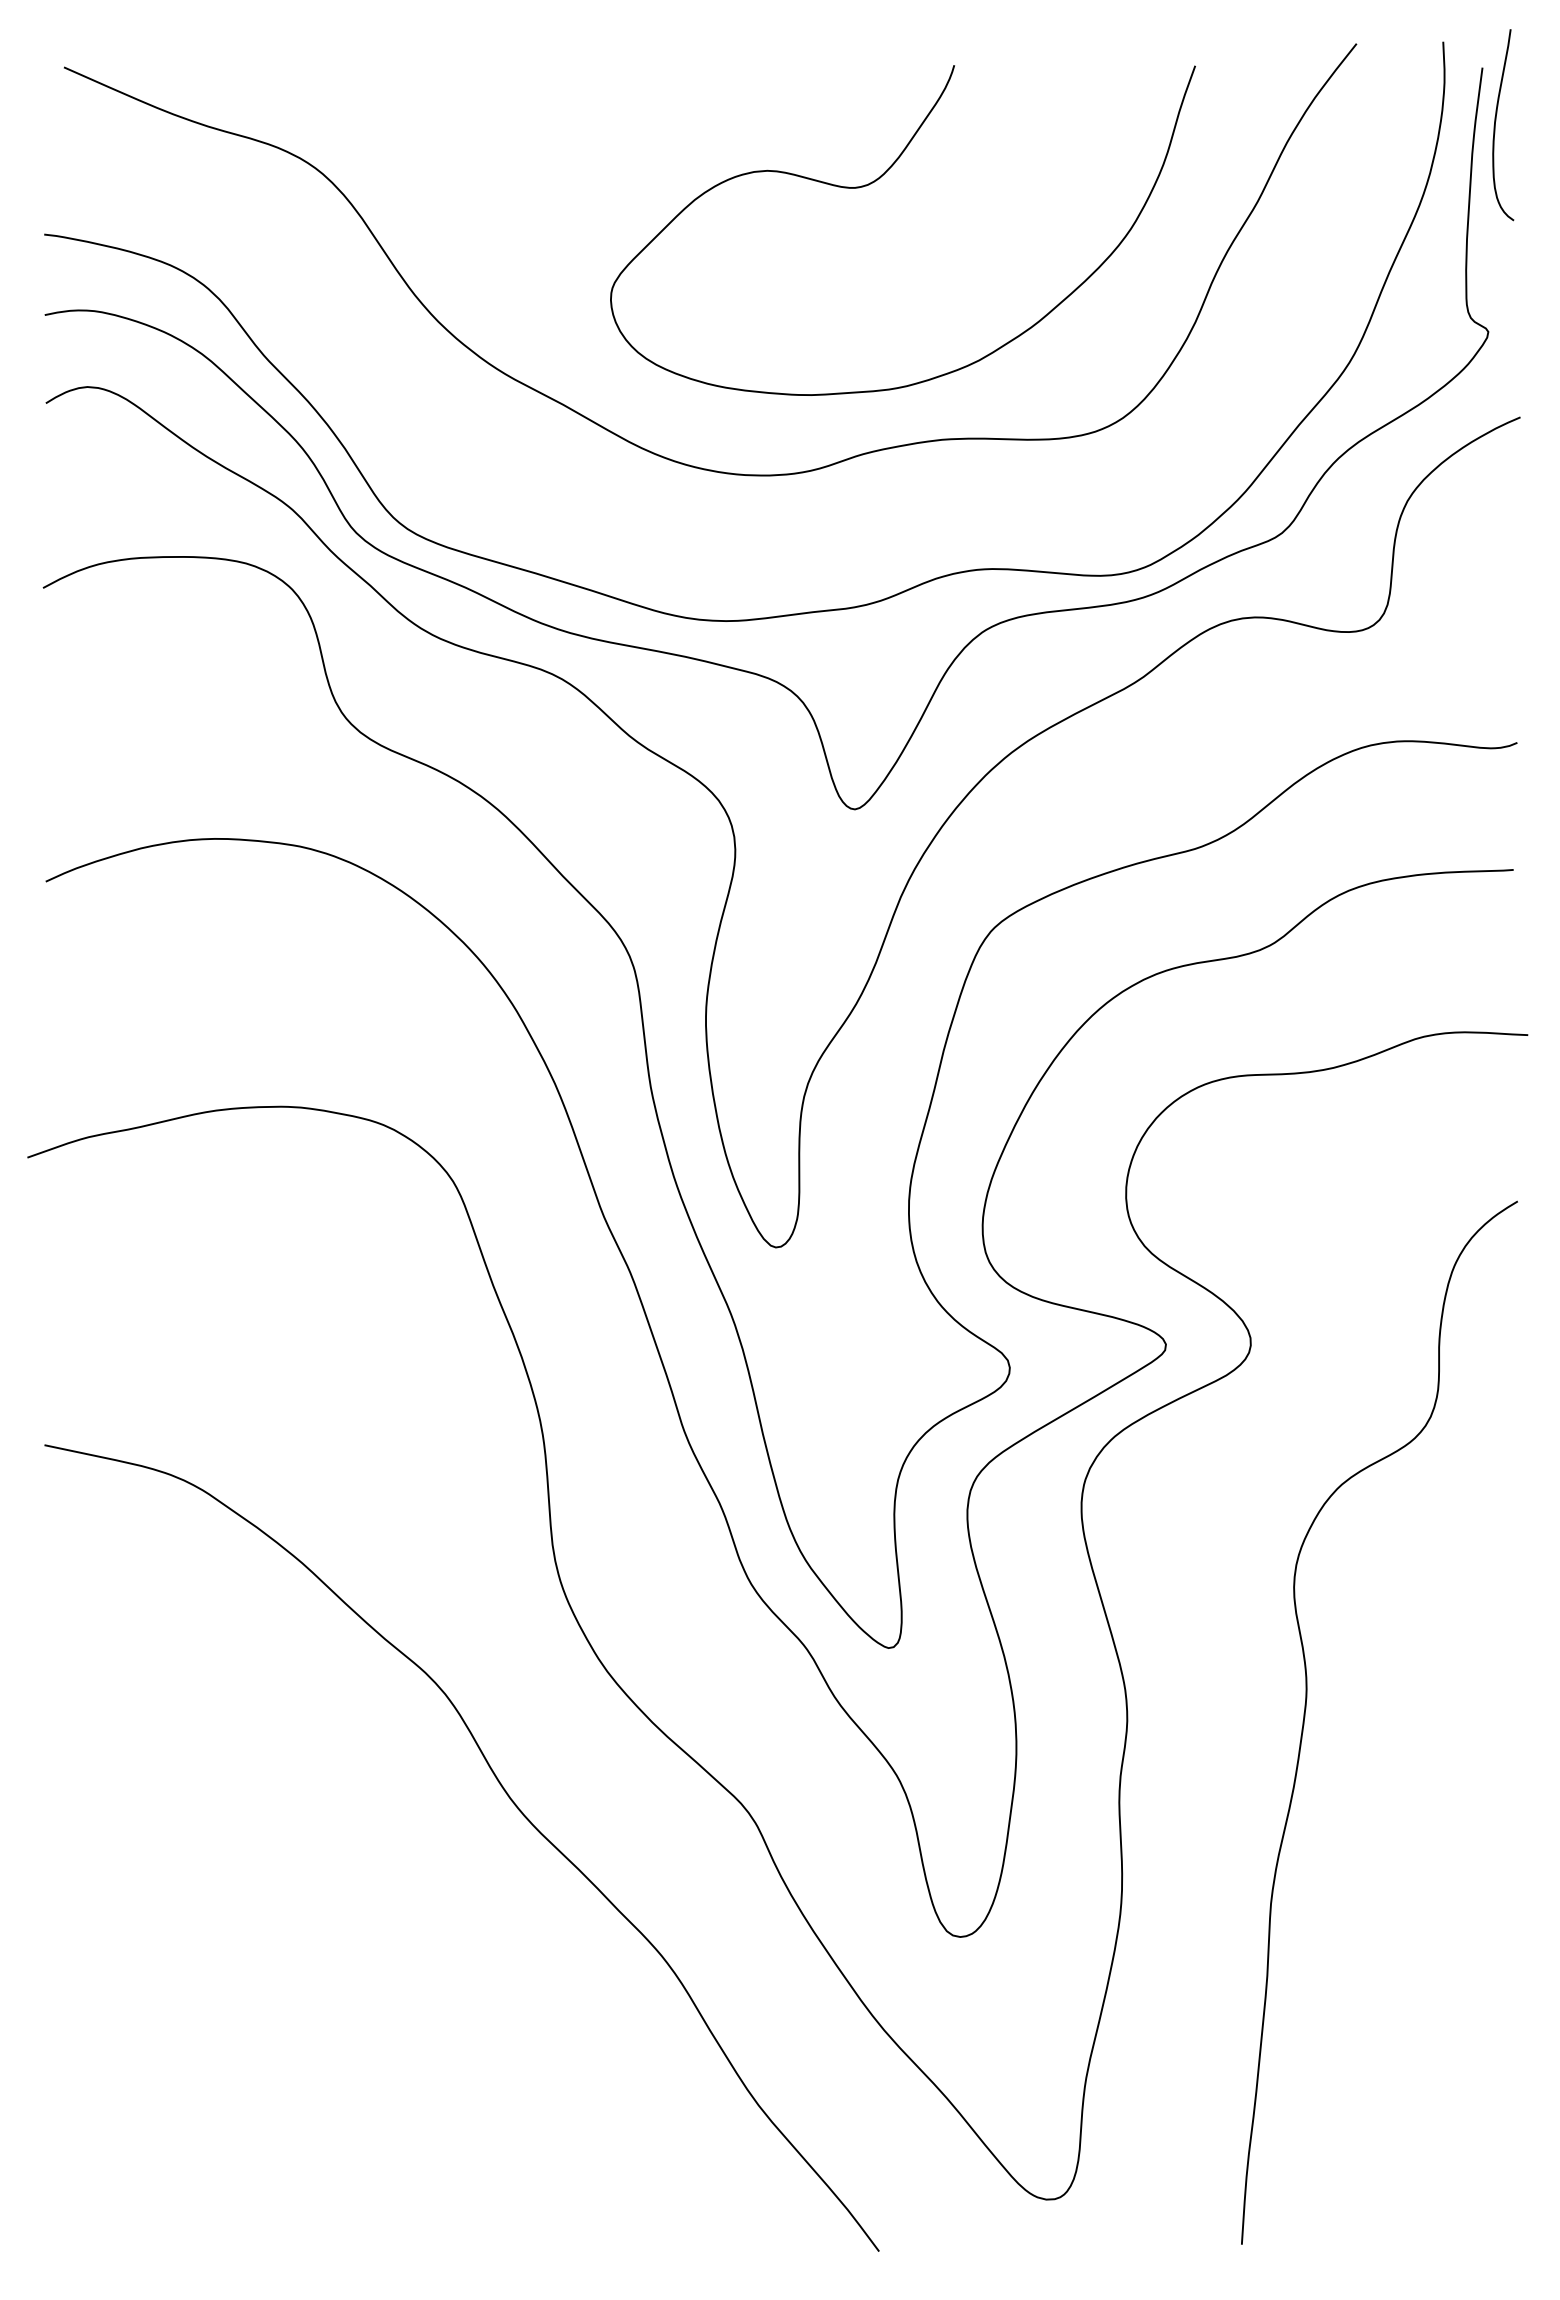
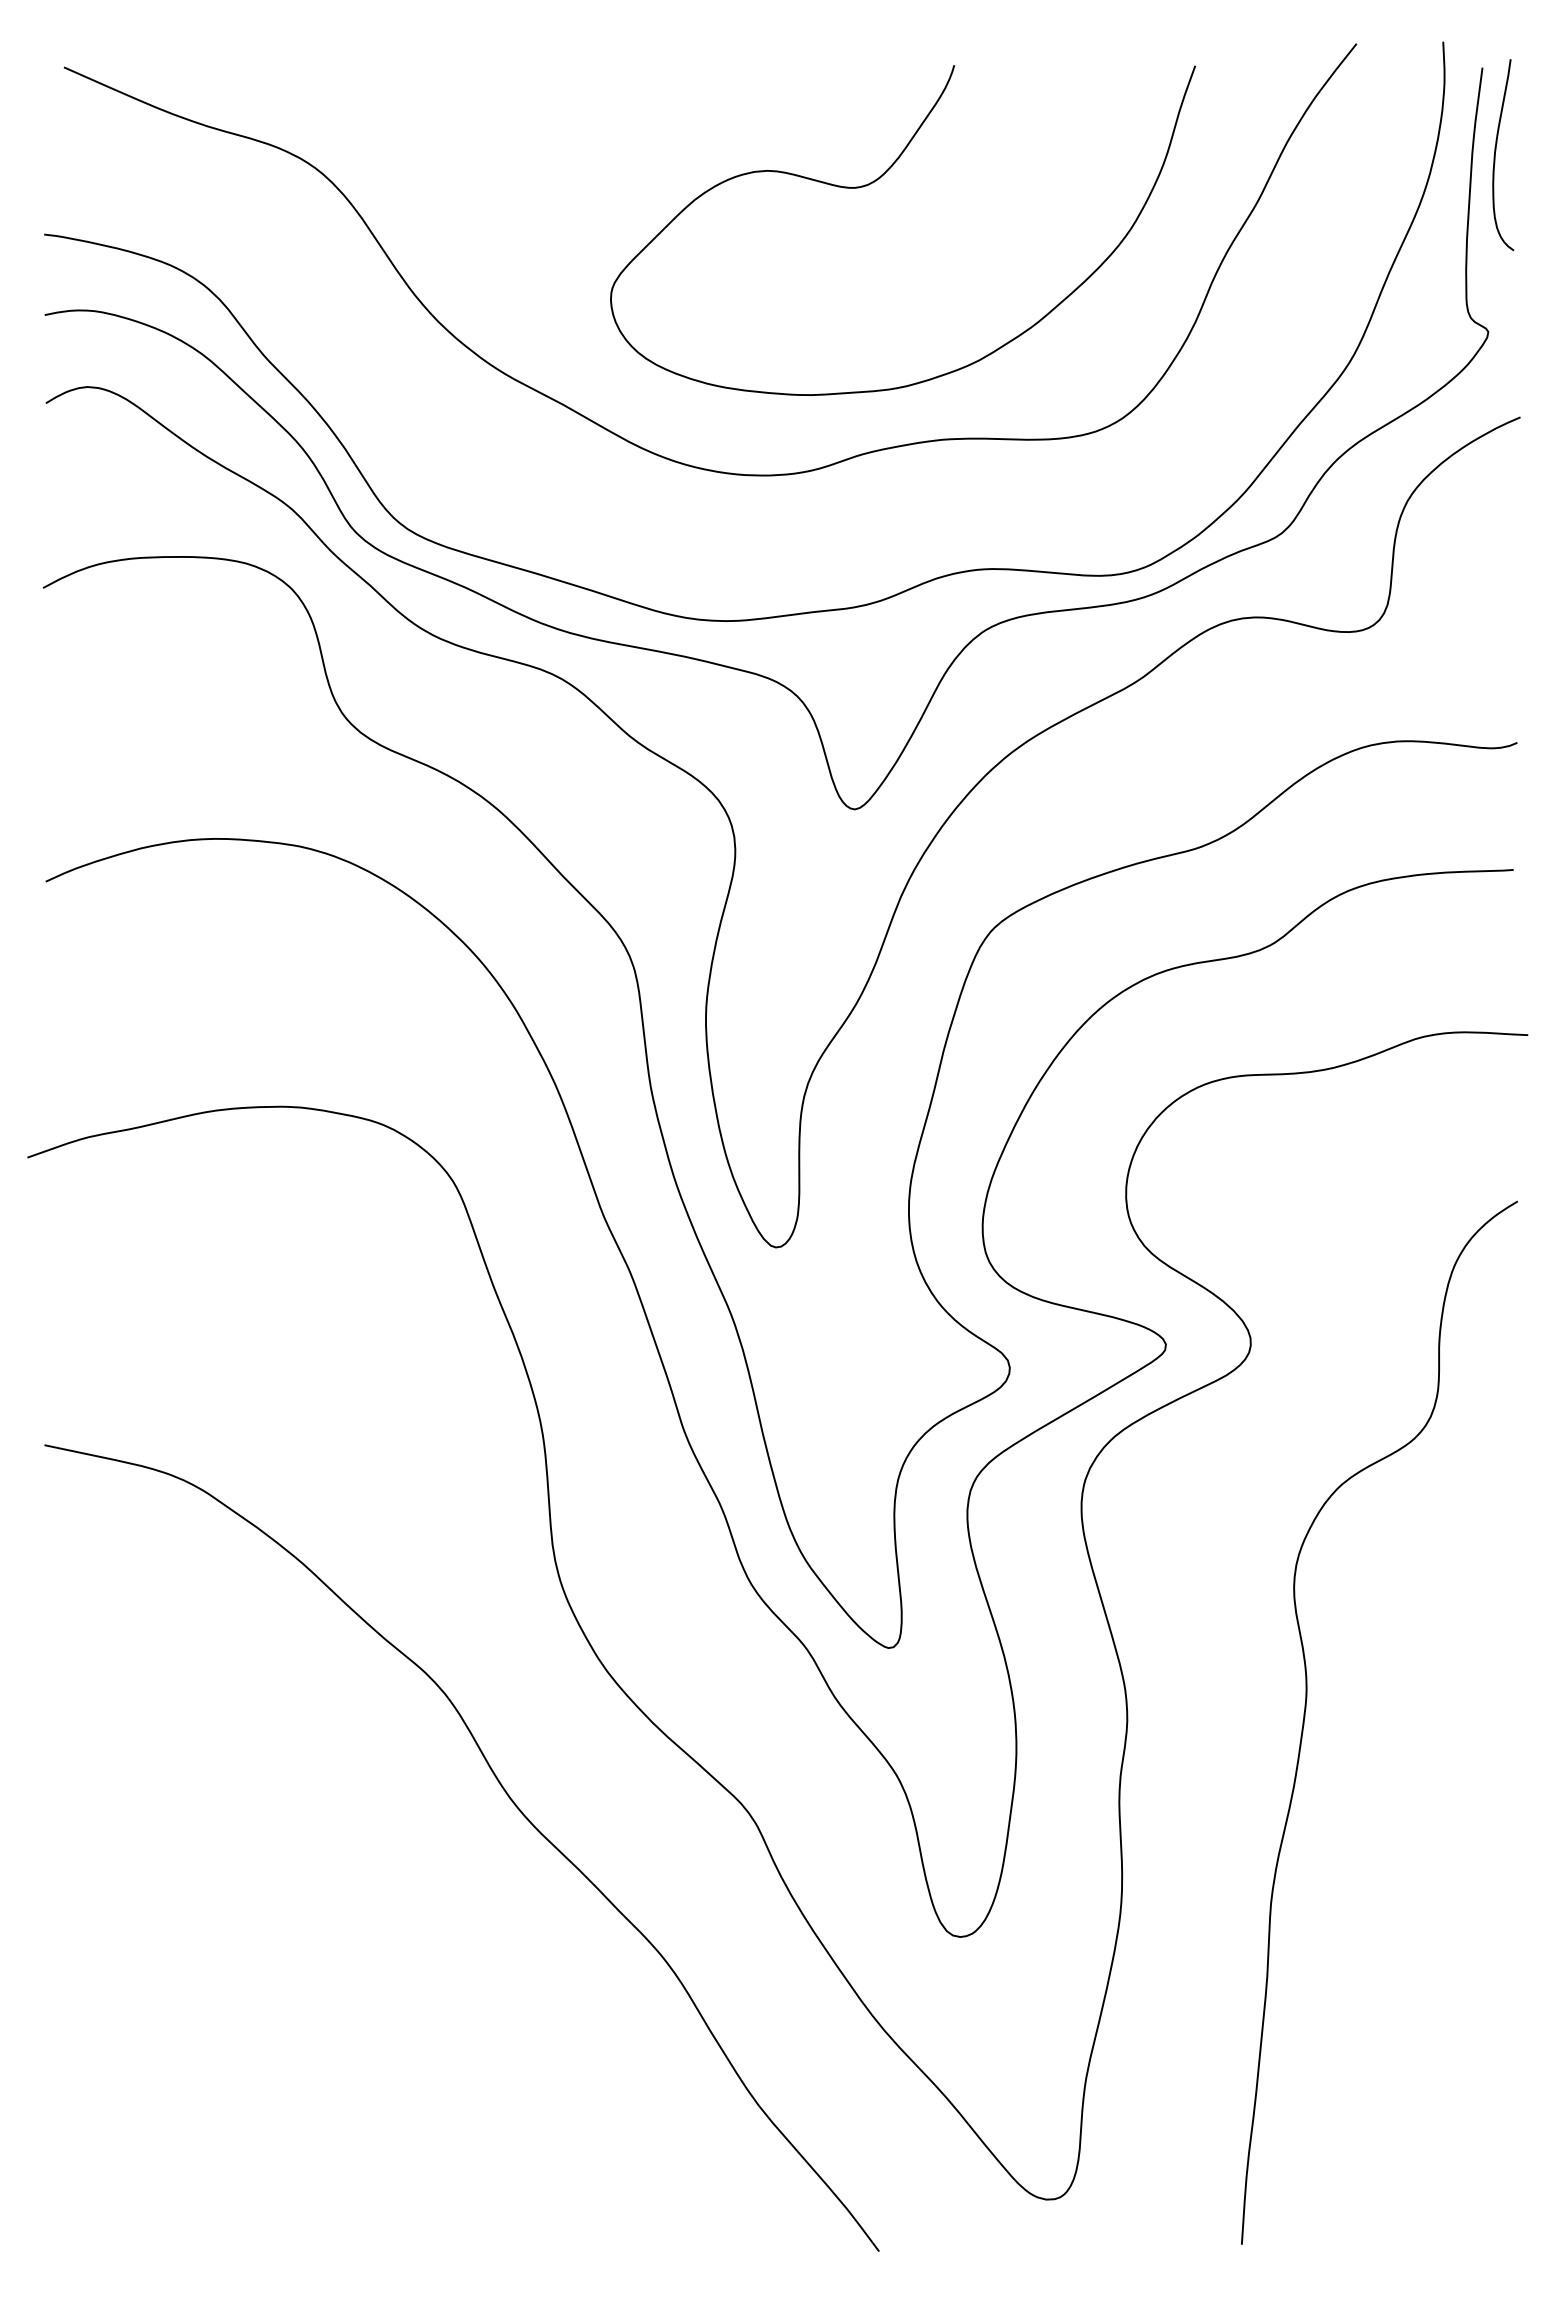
curve at (1495, 125) position: (1495, 125) -> (1495, 155)
